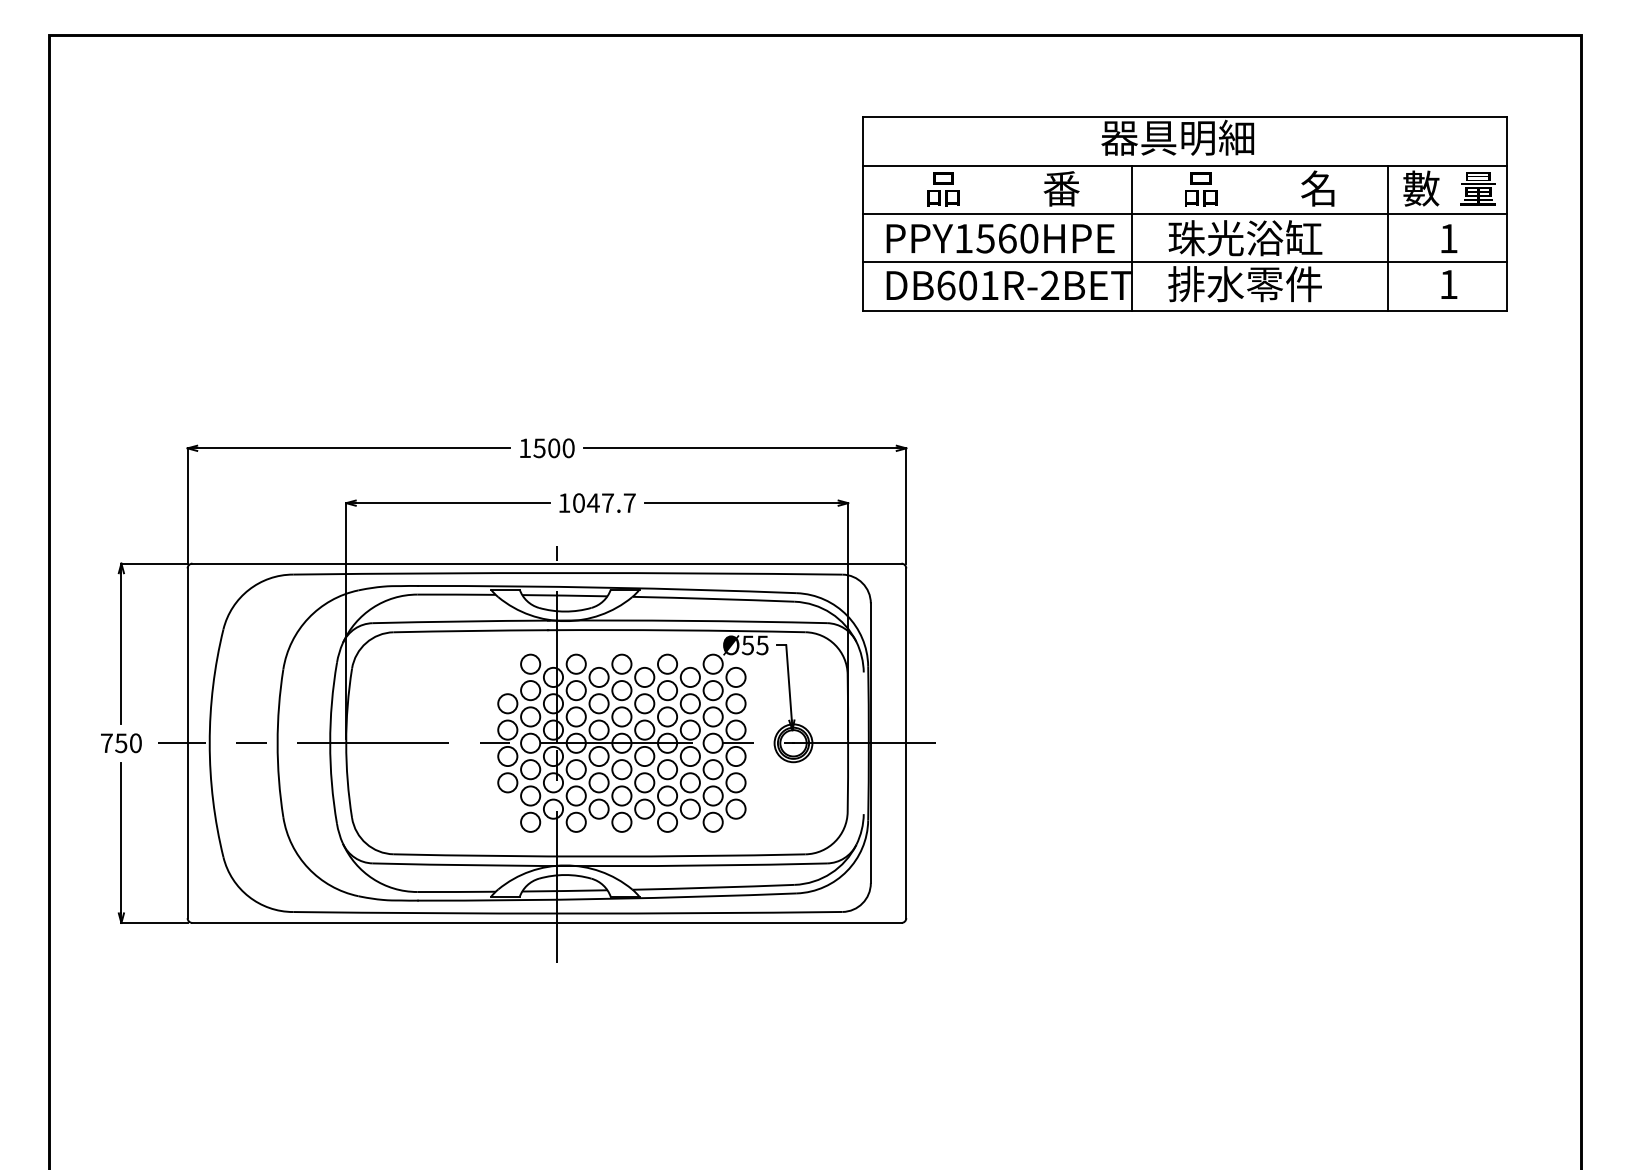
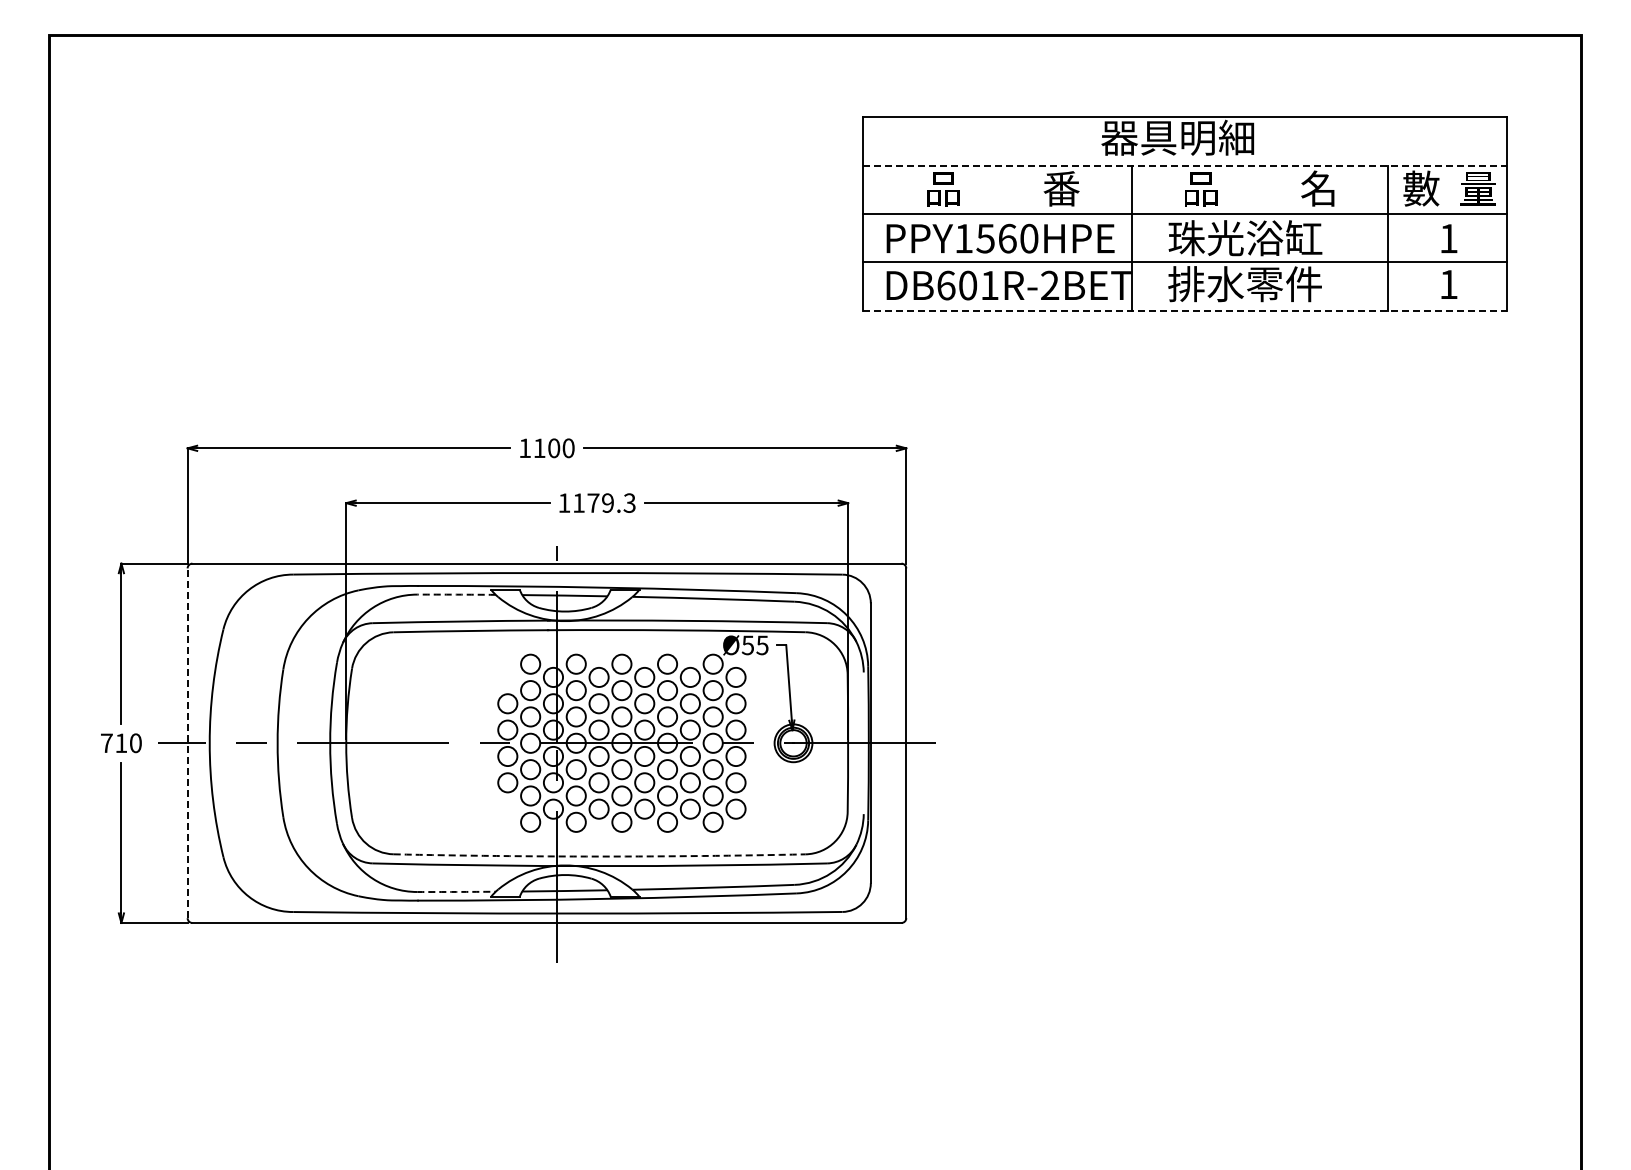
line at (1185, 165): solid -> dashed
line at (1185, 310): solid -> dashed
text at (539, 448): 1500 -> 1100
text at (604, 502): 1047.7 -> 1179.3
arc at (456, 594): solid -> dashed
text at (121, 743): 750 -> 710
line at (187, 743): solid -> dashed
arc at (599, 856): solid -> dashed
arc at (456, 891): solid -> dashed
